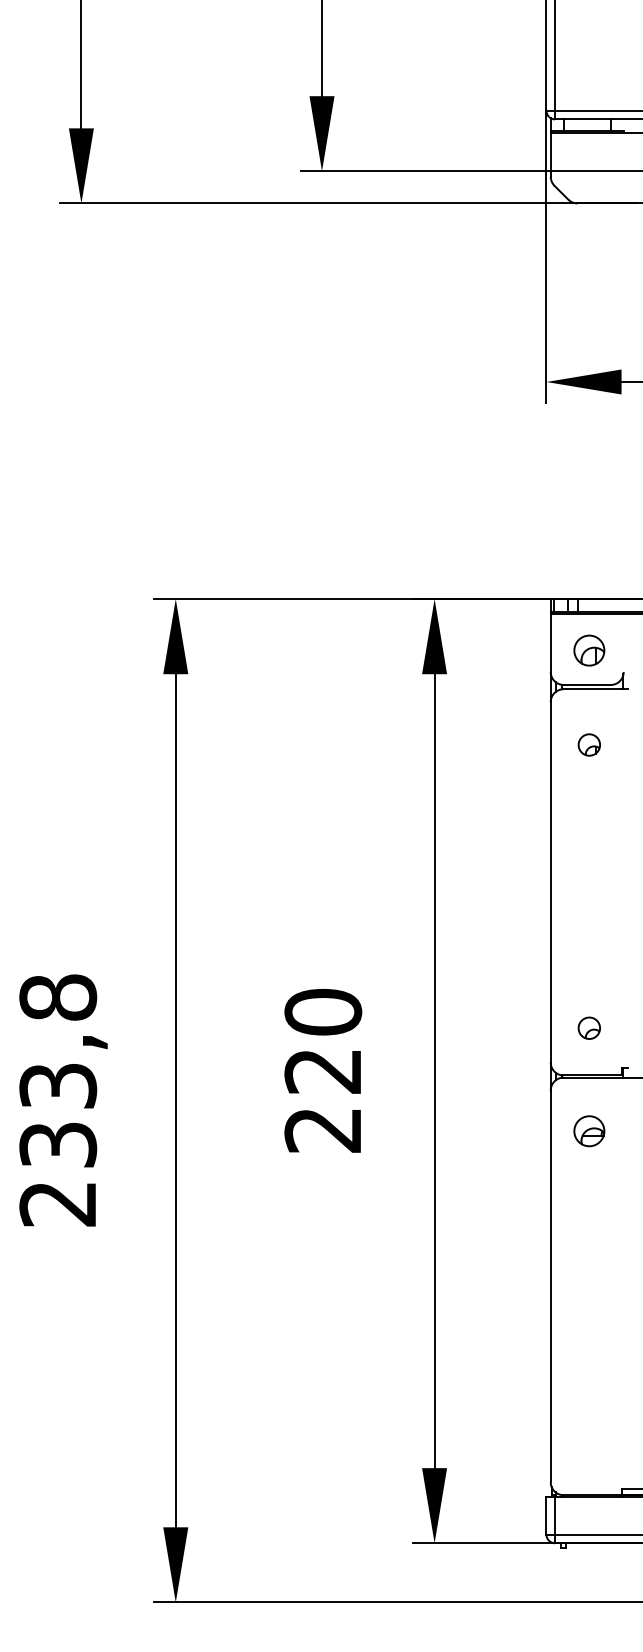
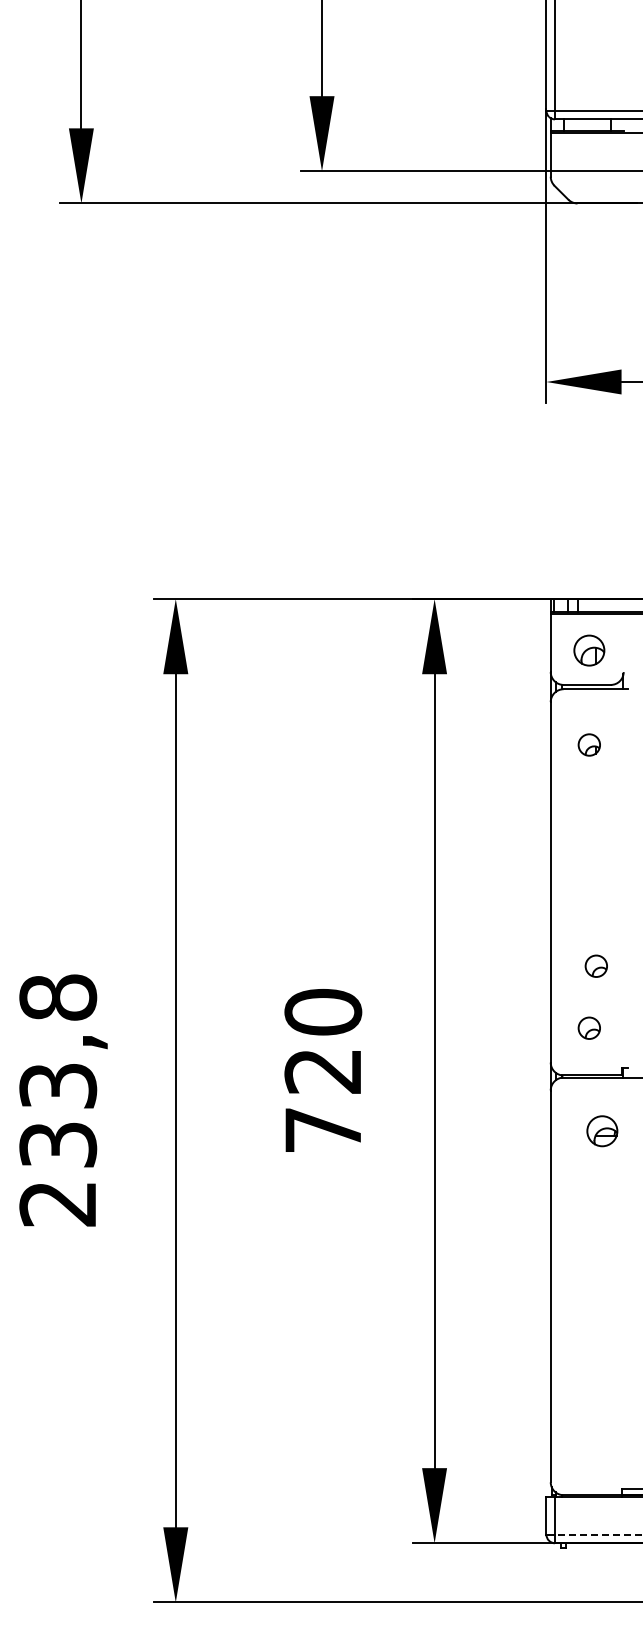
part at (595, 965): none -> present
text at (322, 1130): 220 -> 720
part at (589, 1131) position: (589, 1131) -> (602, 1131)
line at (599, 1534): solid -> dashed
